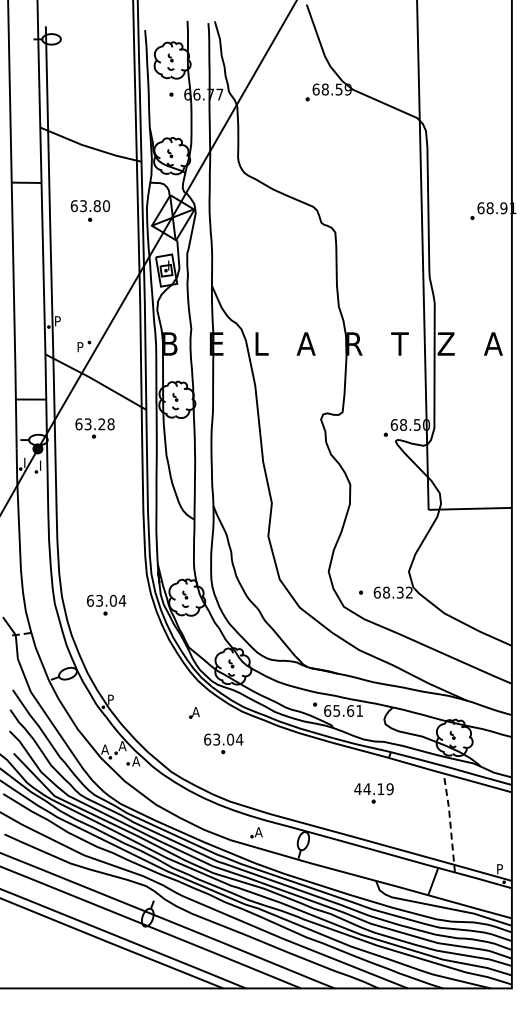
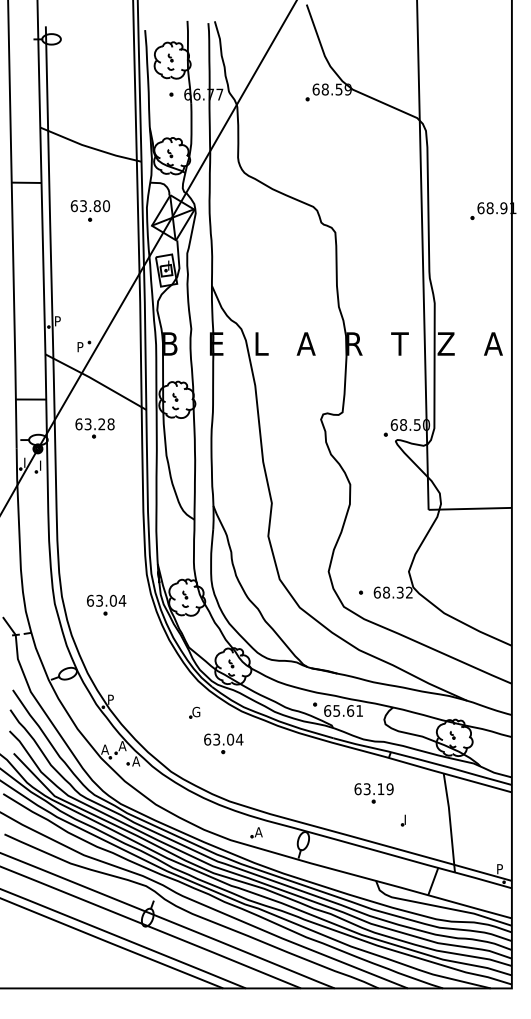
text at (196, 711): A -> G
text at (362, 789): 44.19 -> 63.19
part at (402, 820): none -> present
line at (450, 822): dashed -> solid
